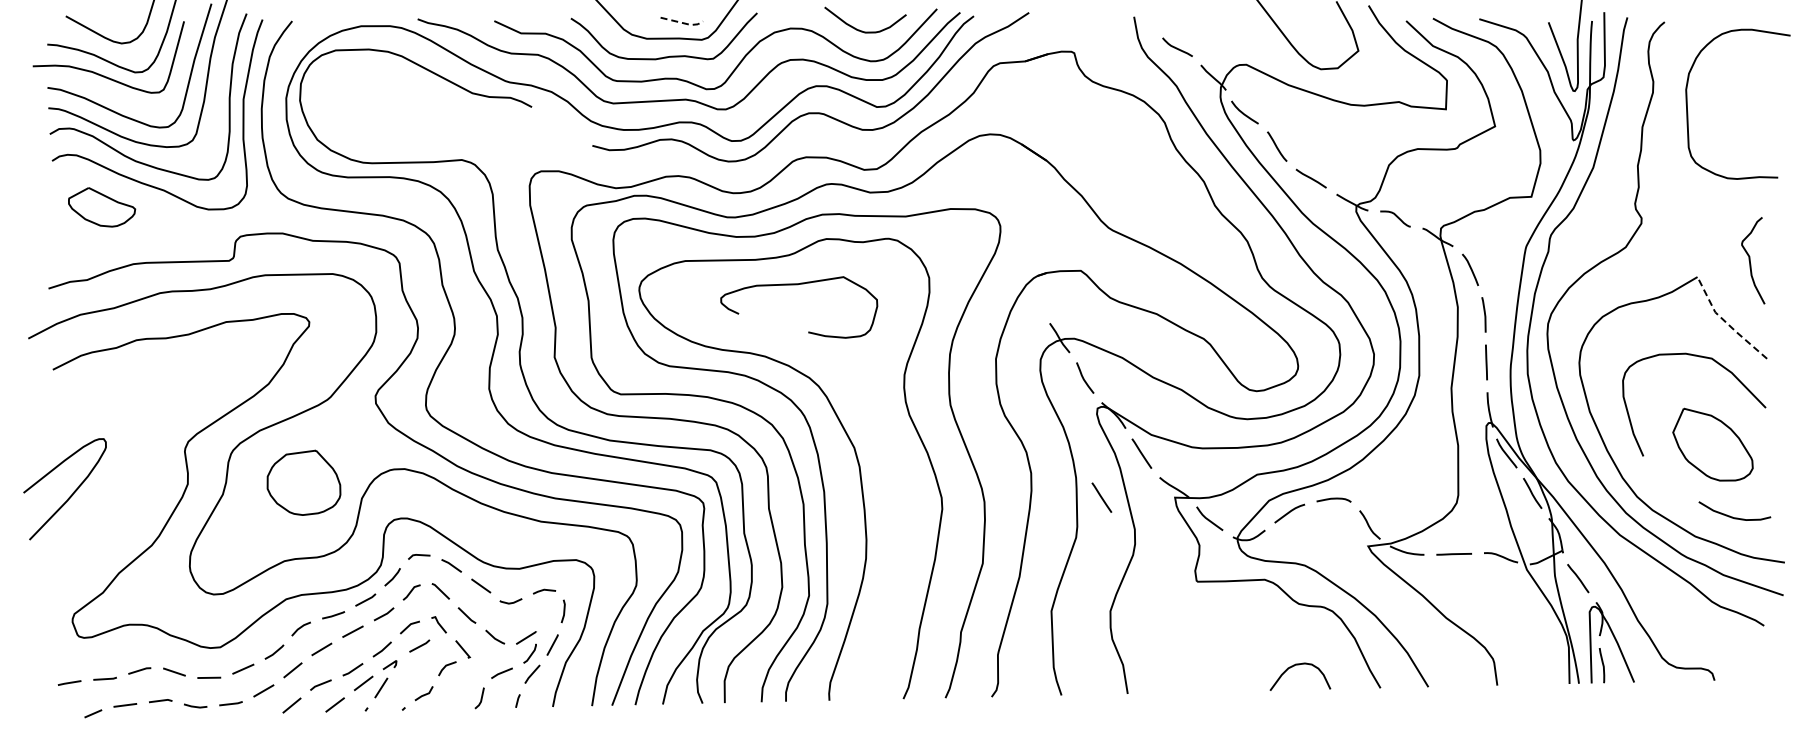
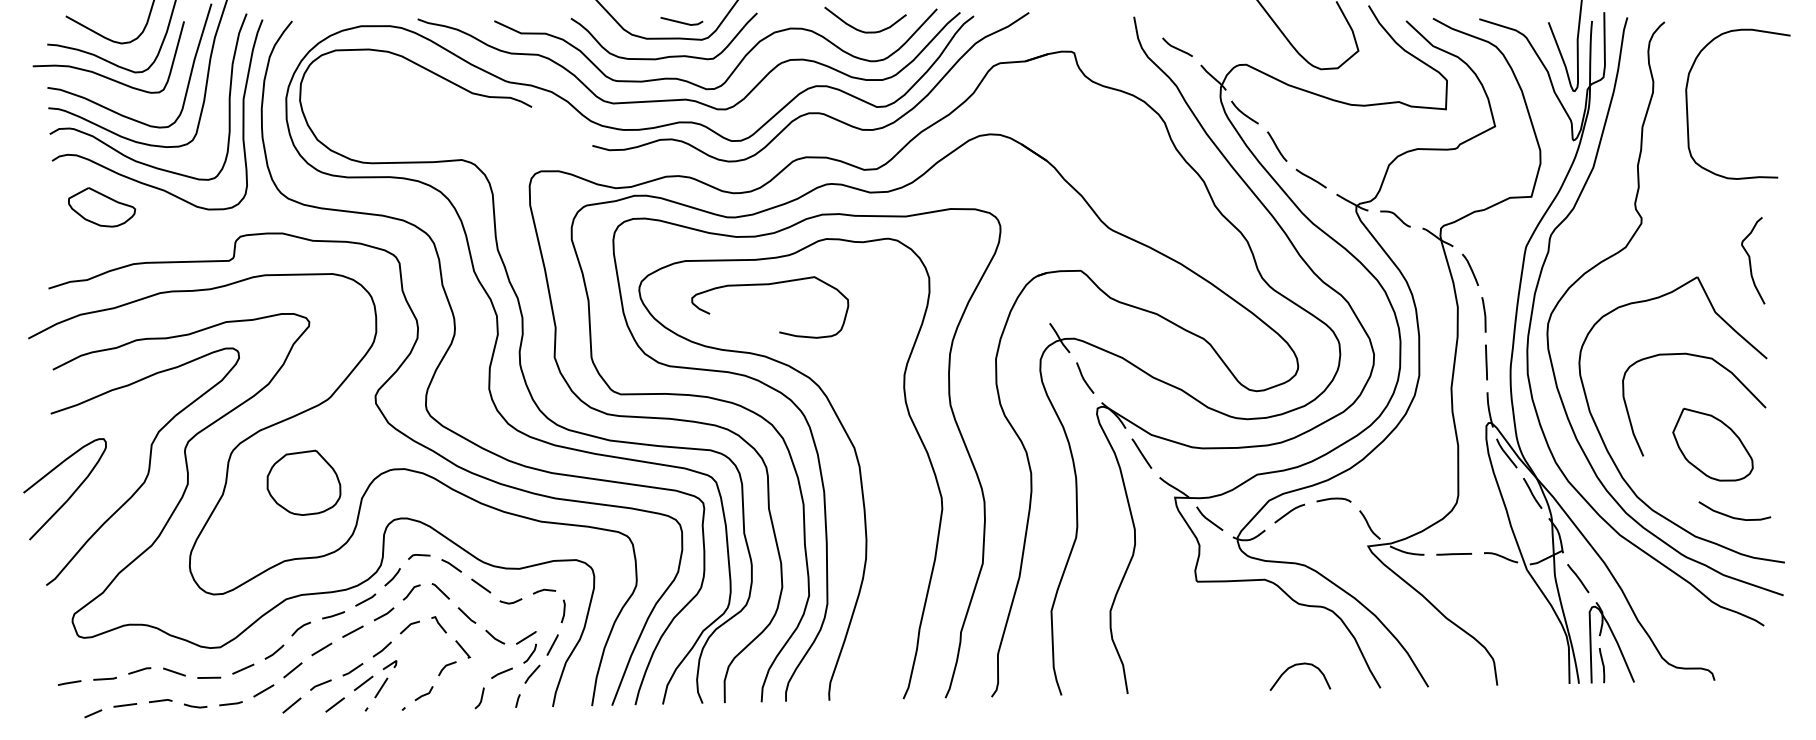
line at (683, 23): dashed -> solid
curve at (797, 285) position: (797, 285) -> (768, 285)
line at (1726, 322): dashed -> solid
curve at (148, 466): none -> present
line at (1101, 497): present -> none
line at (419, 645): present -> none
